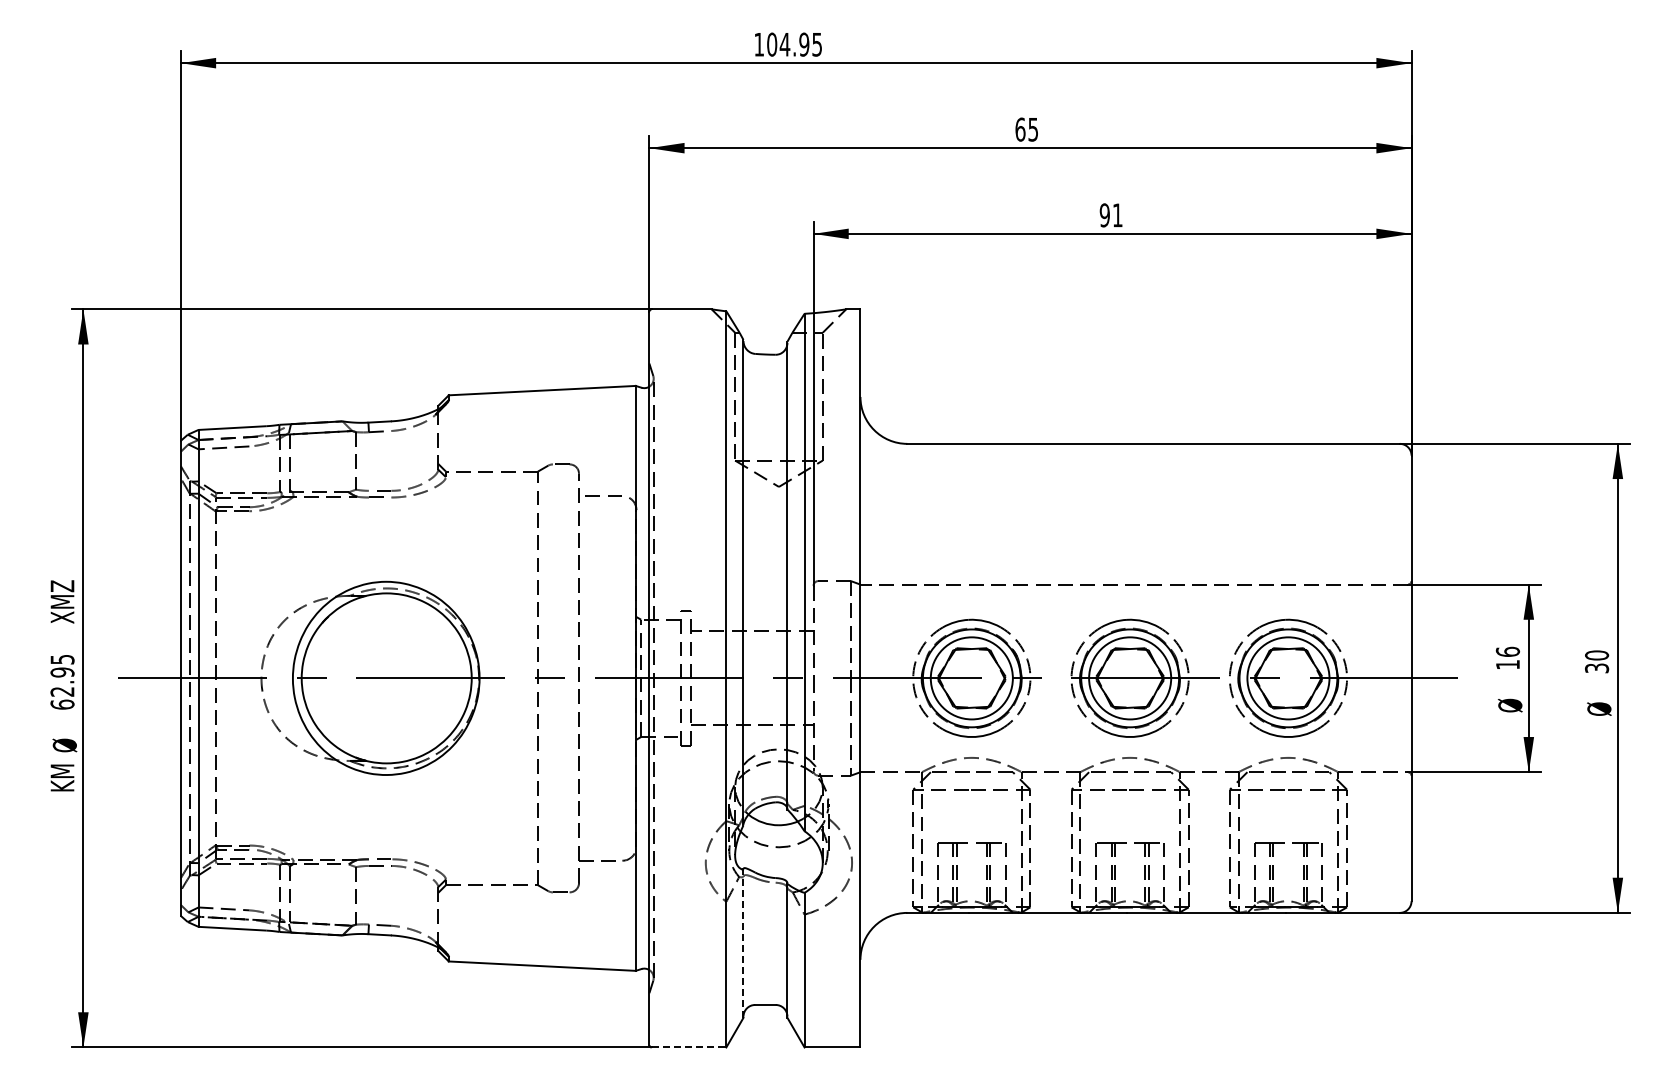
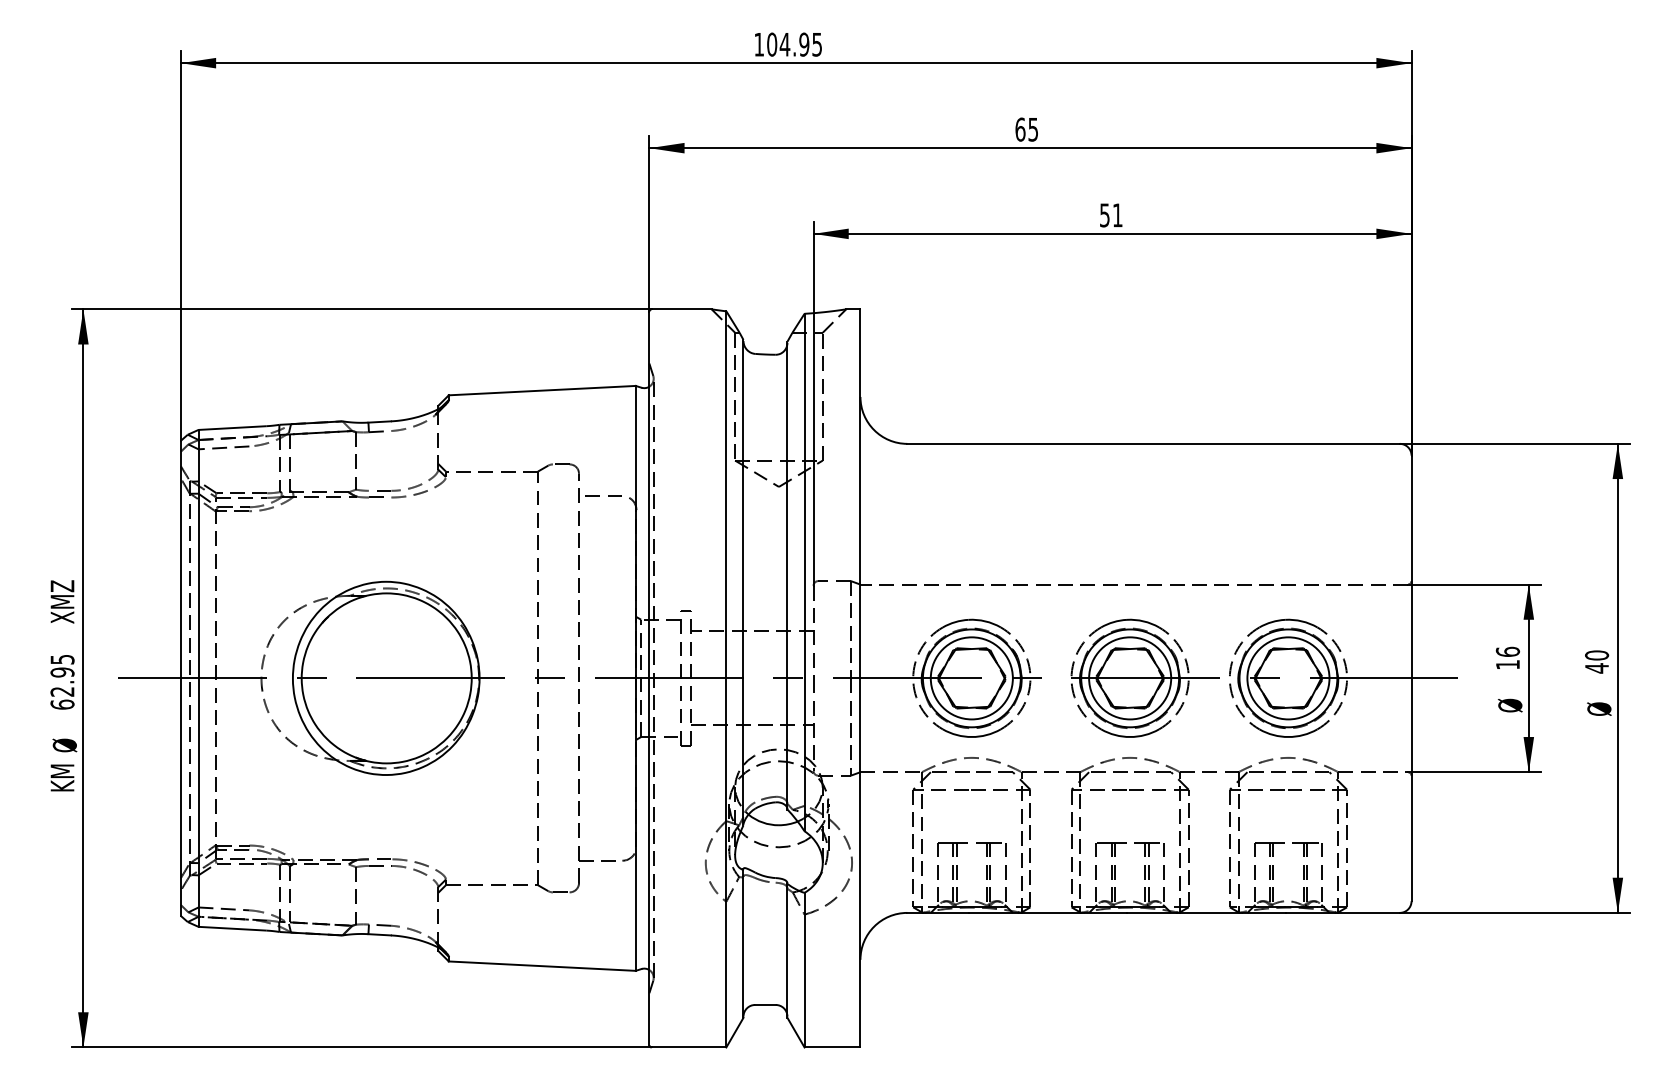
text at (1104, 215): 91 -> 51
text at (1597, 668): 30 -> 40
line at (743, 943): dashed -> solid
line at (689, 1047): dashed -> solid
